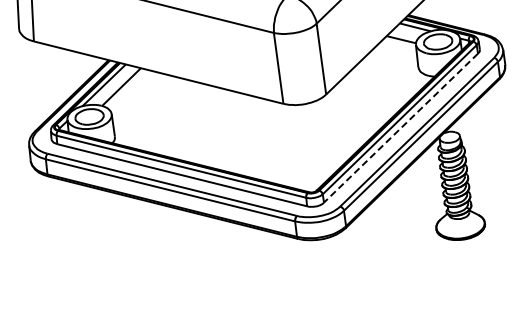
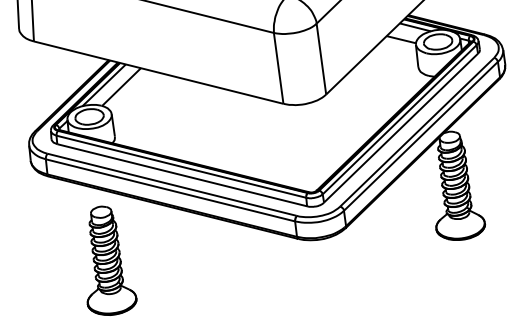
line at (400, 128): dashed -> solid
part at (111, 260): none -> present
